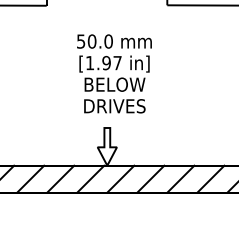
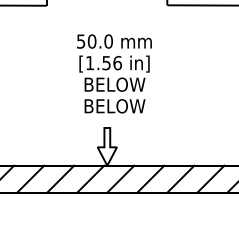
text at (111, 62): [1.97 -> [1.56
text at (114, 106): DRIVES -> BELOW
